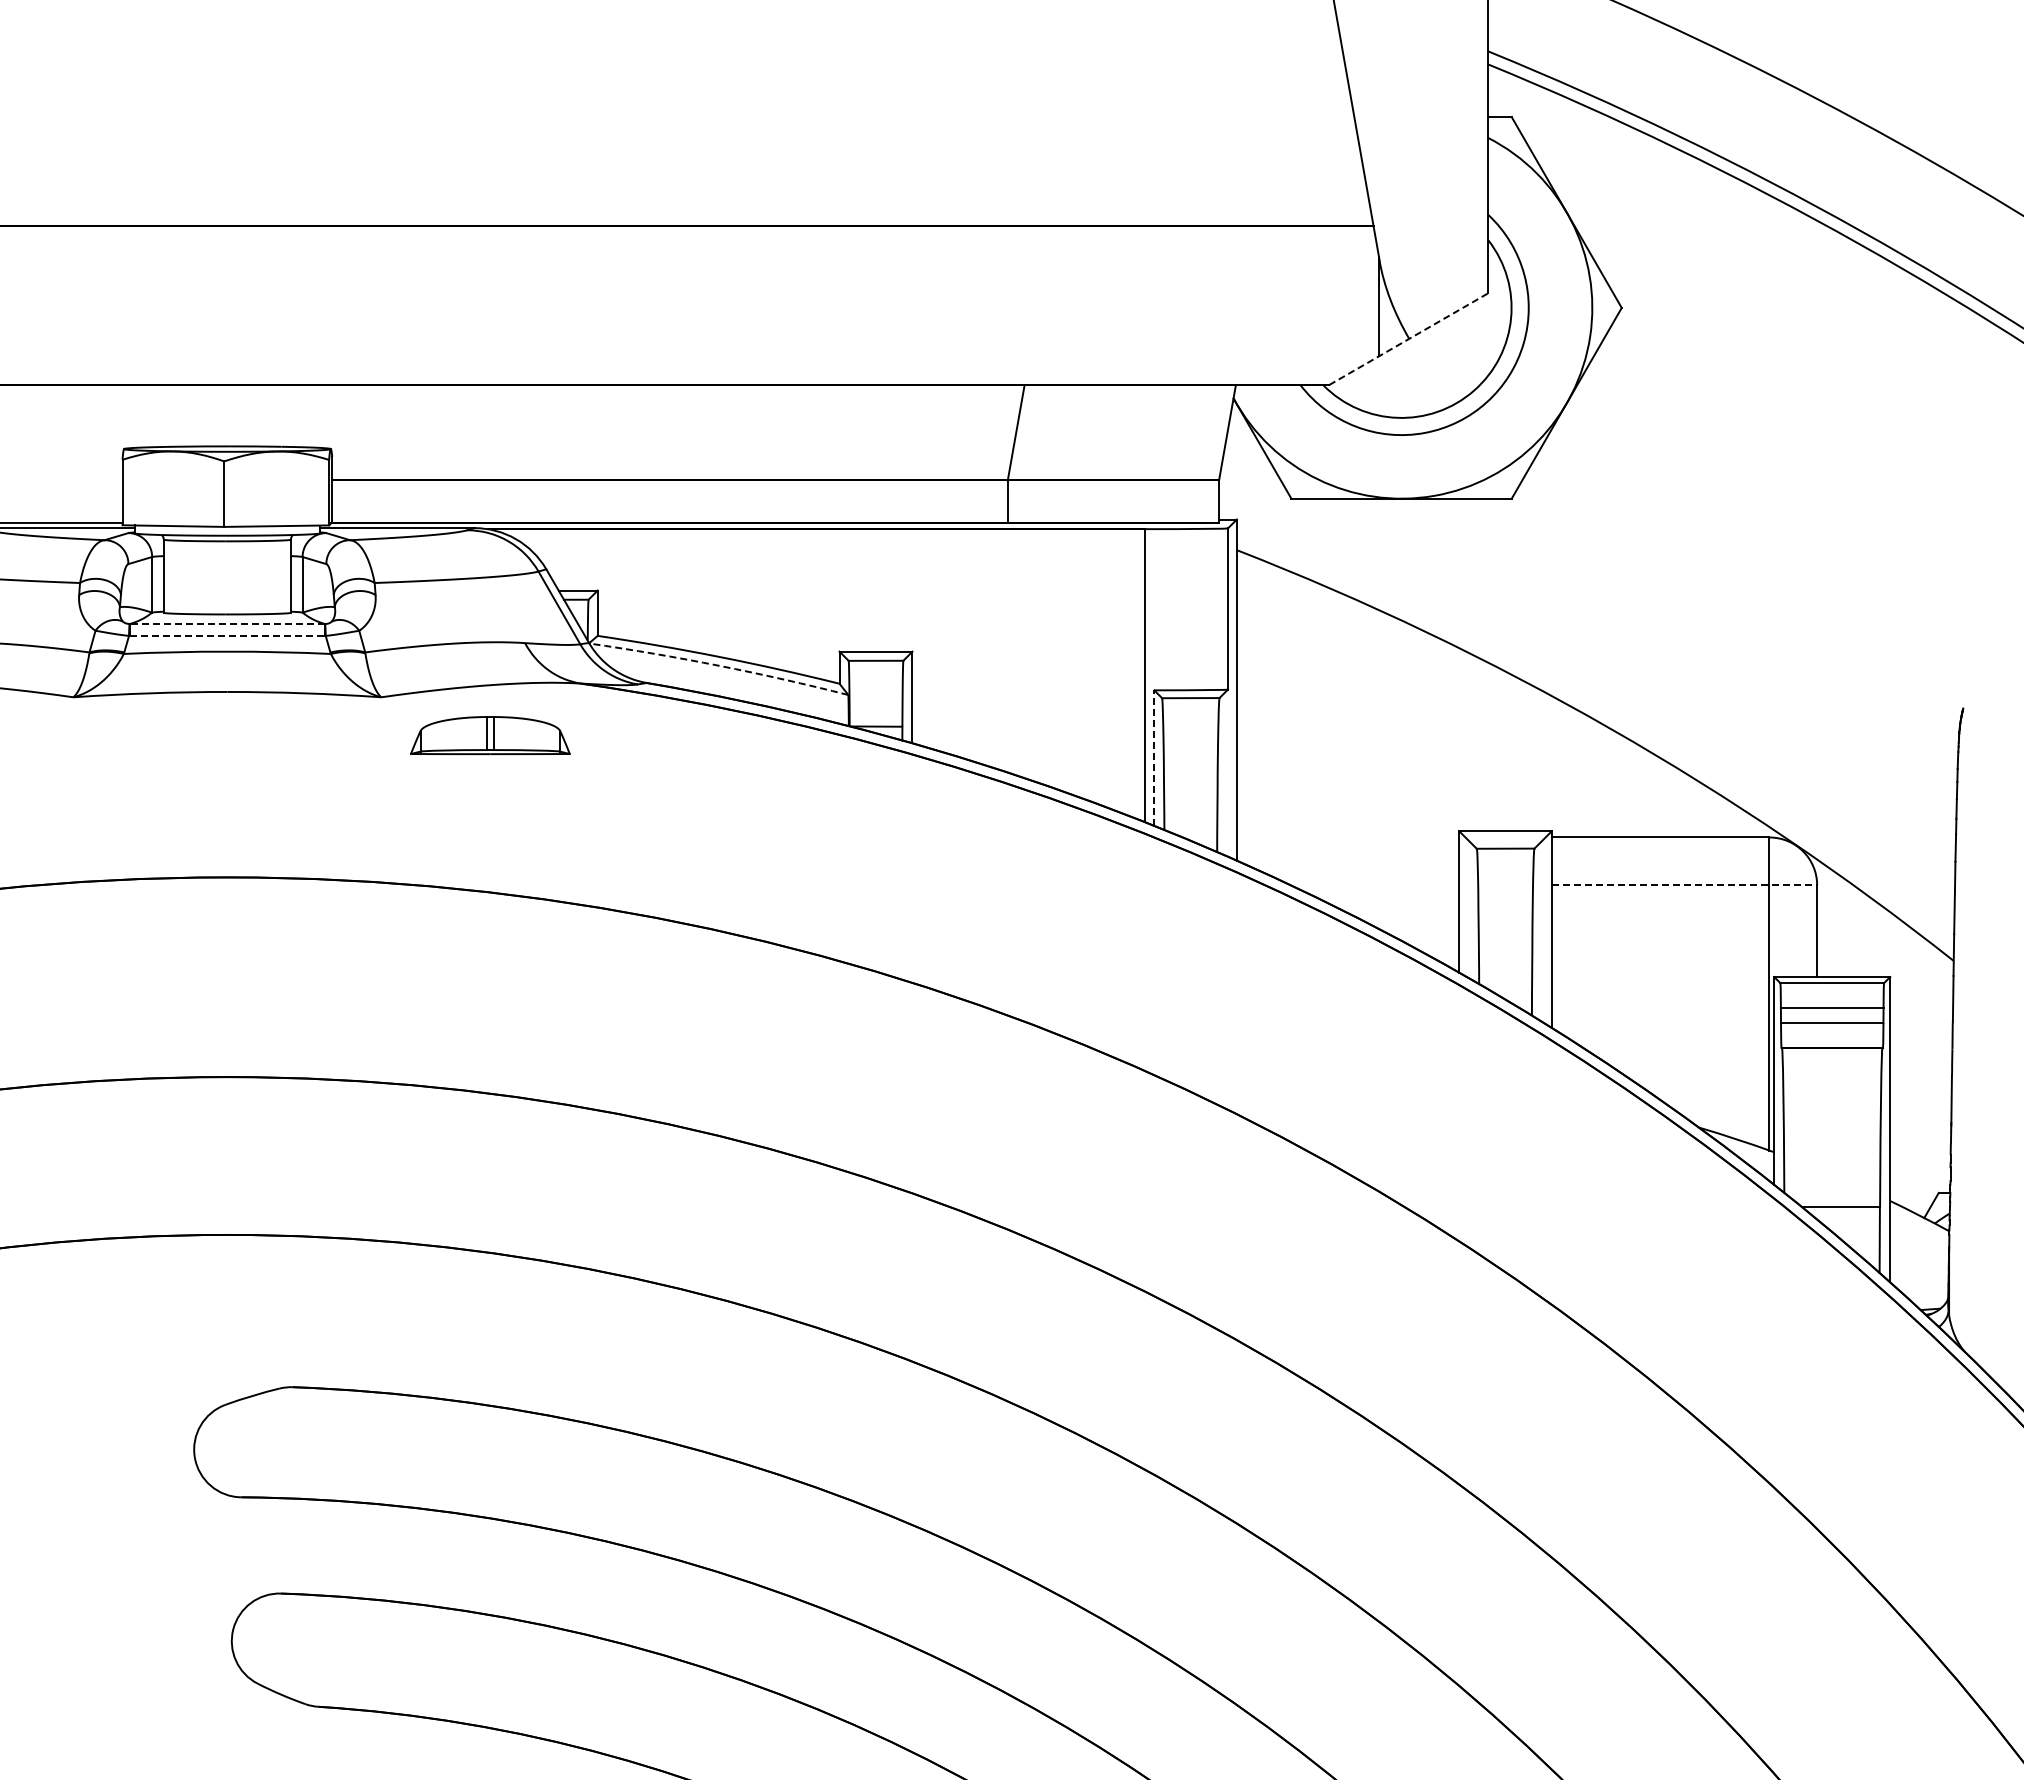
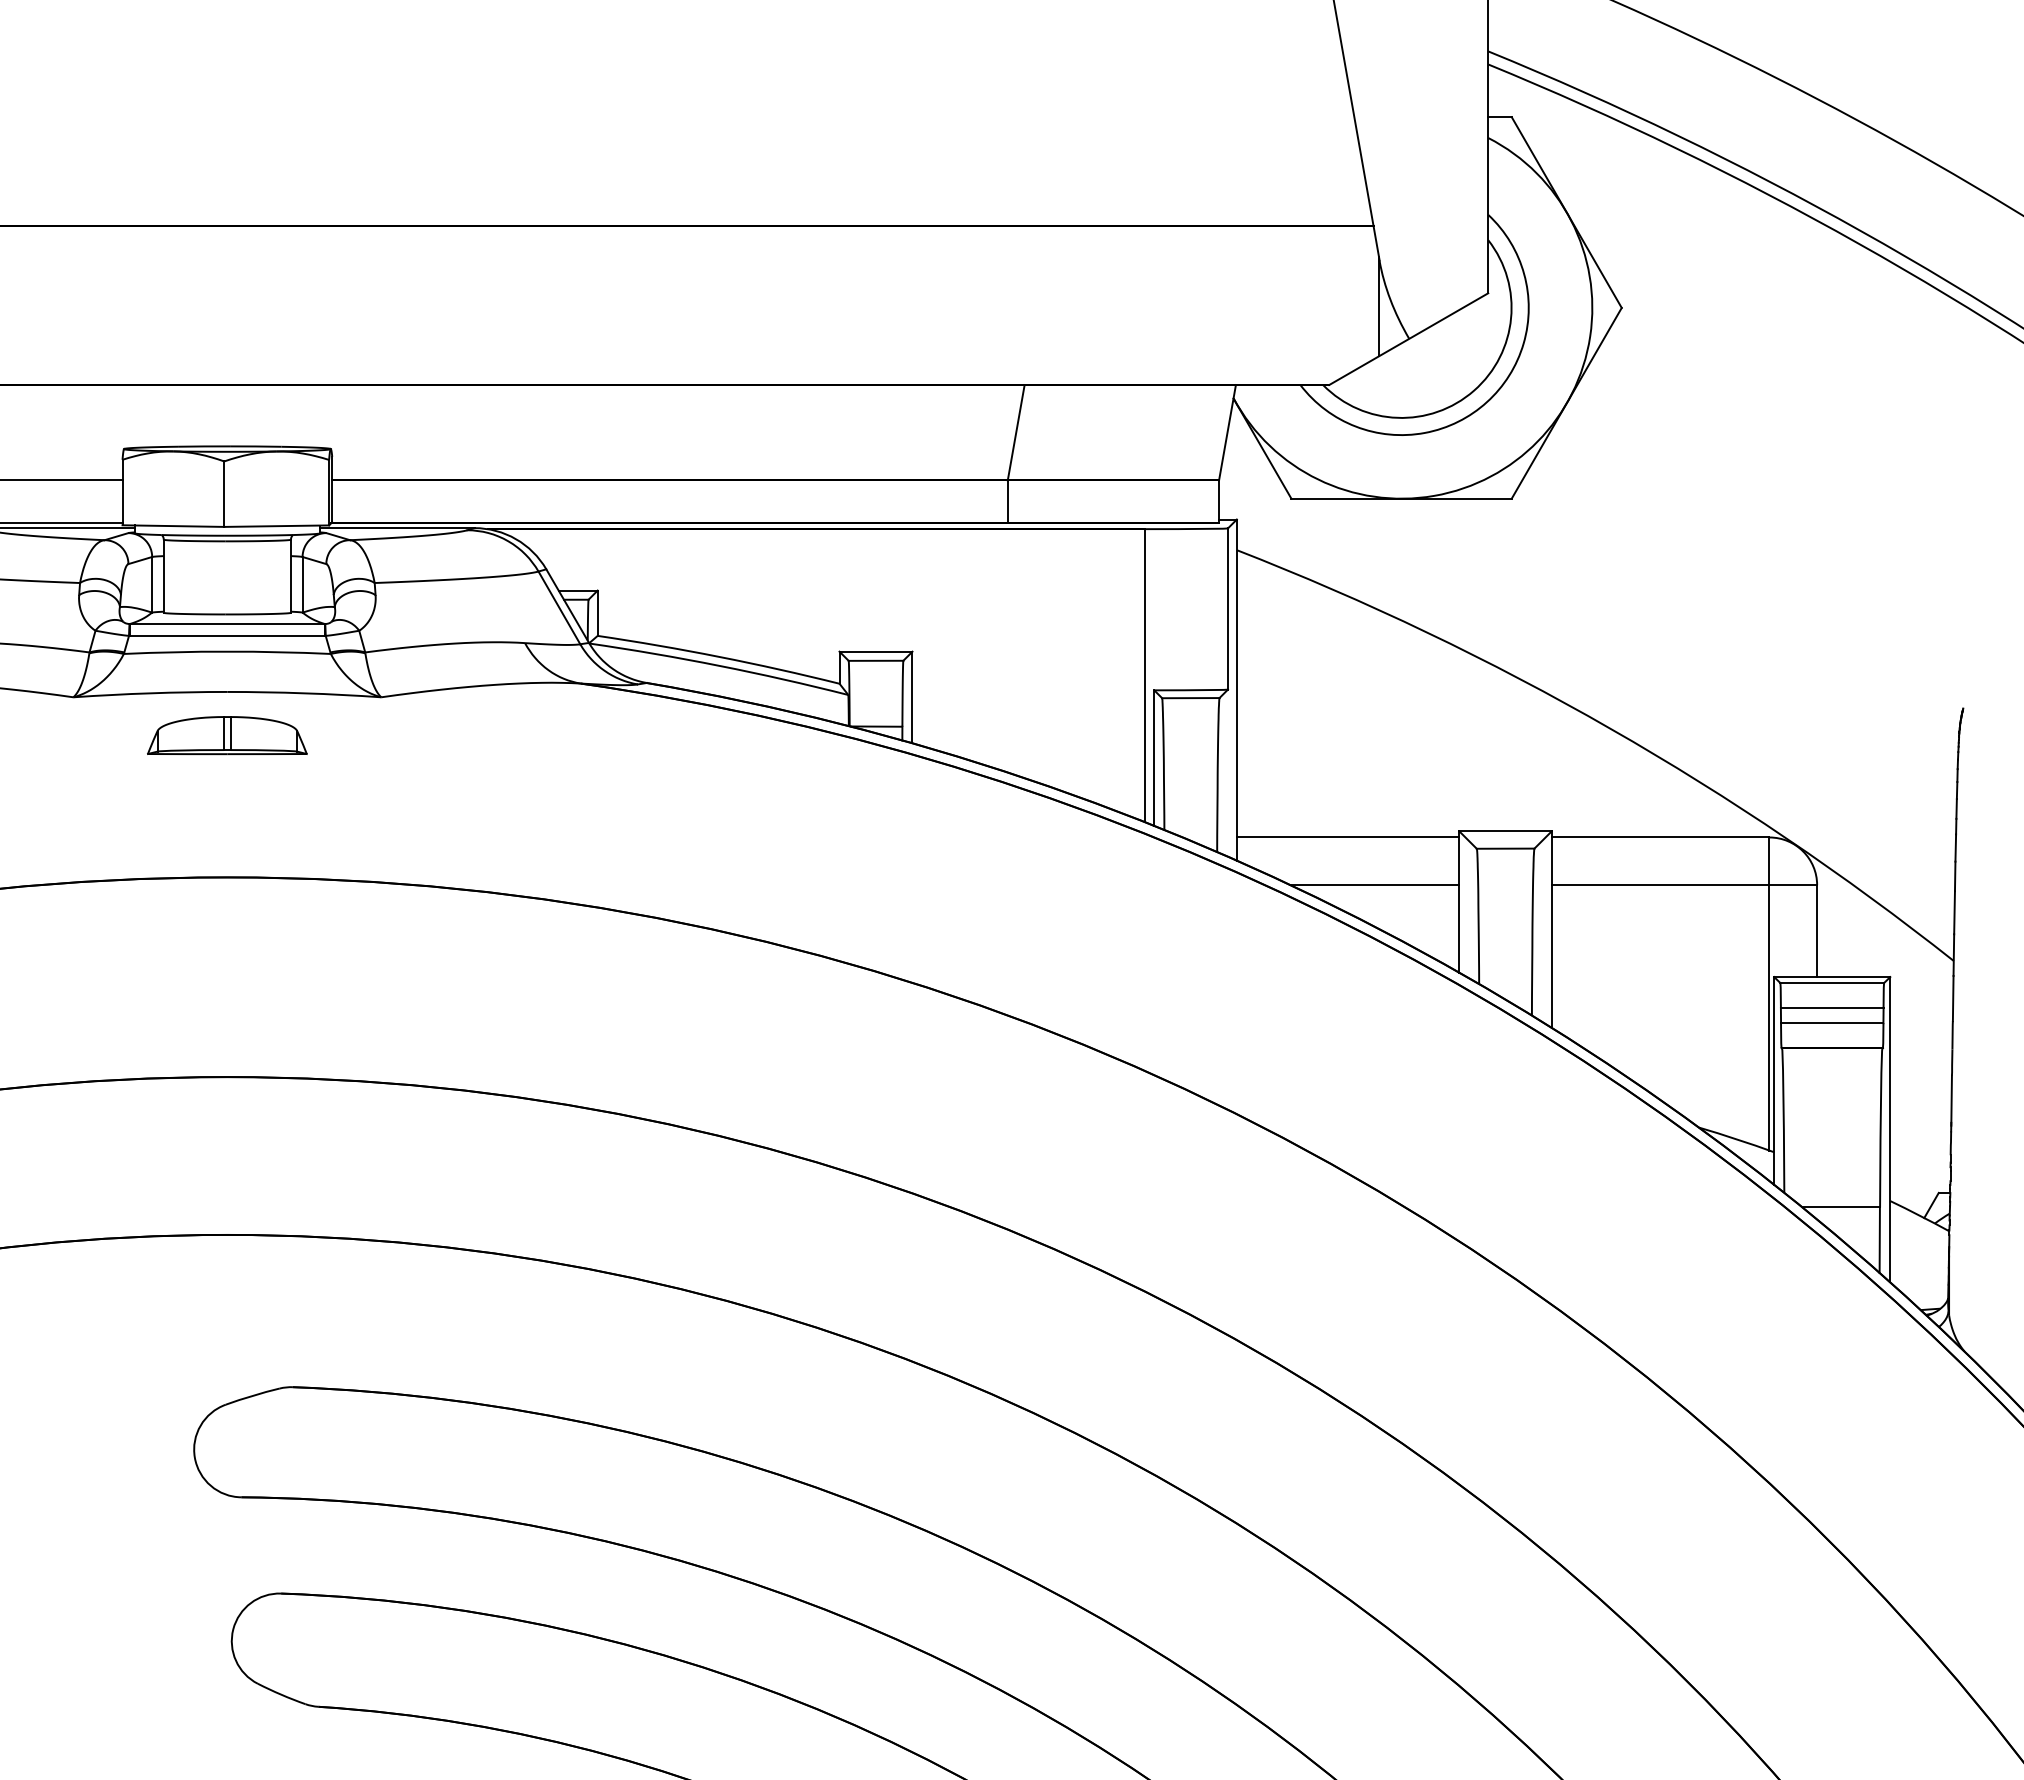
line at (1408, 339): dashed -> solid
line at (62, 480): none -> present
line at (226, 624): dashed -> solid
line at (227, 635): dashed -> solid
arc at (719, 665): dashed -> solid
part at (490, 735) position: (490, 735) -> (227, 735)
line at (1154, 758): dashed -> solid
line at (1347, 837): none -> present
line at (1374, 885): none -> present
line at (1684, 885): dashed -> solid
